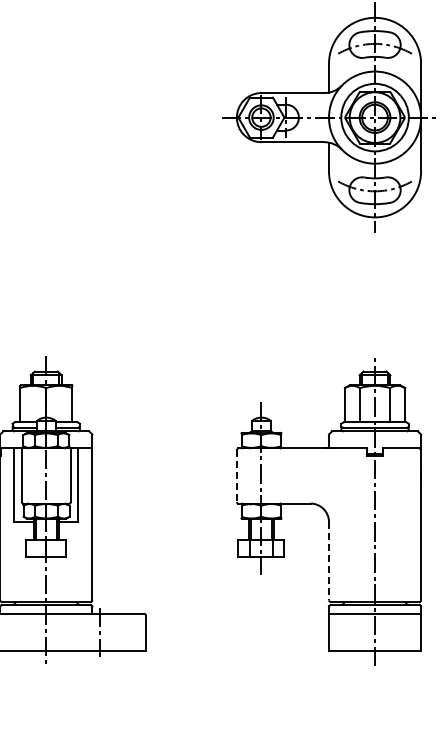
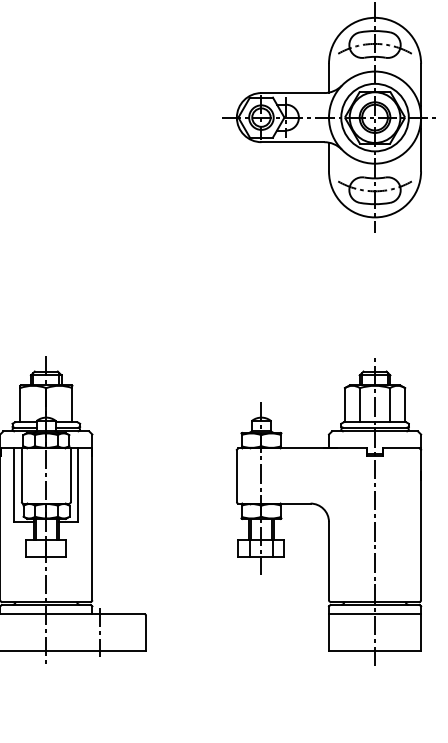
line at (236, 476): dashed -> solid
line at (328, 561): dashed -> solid
